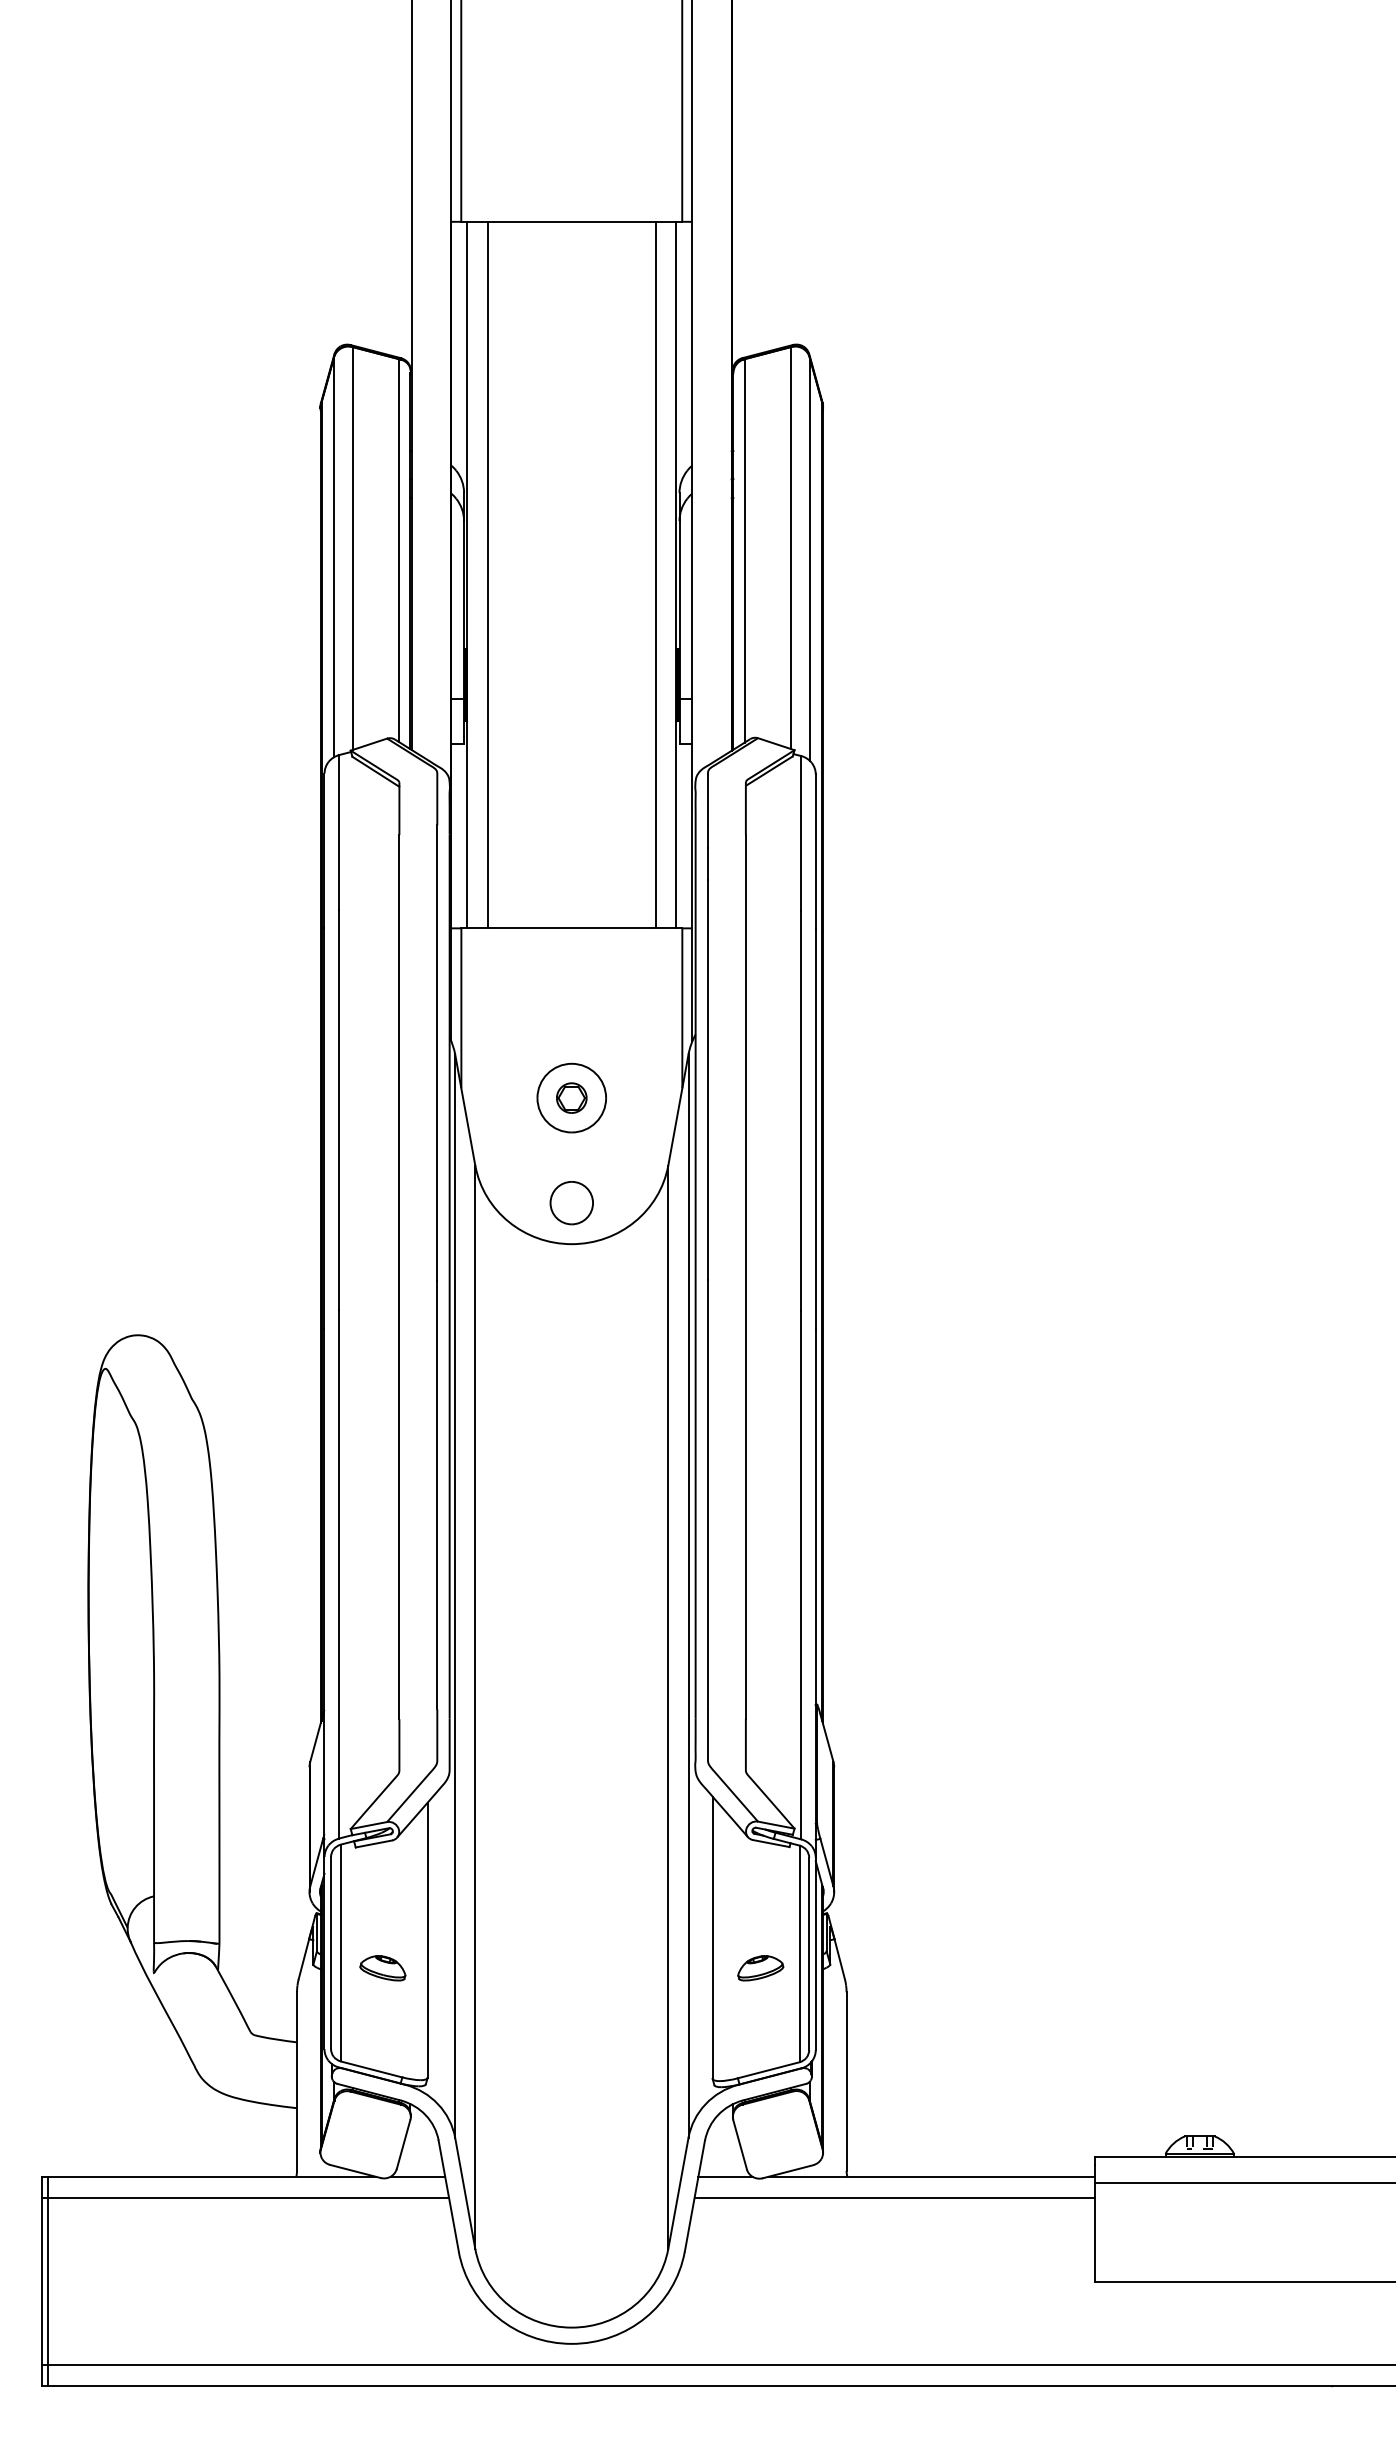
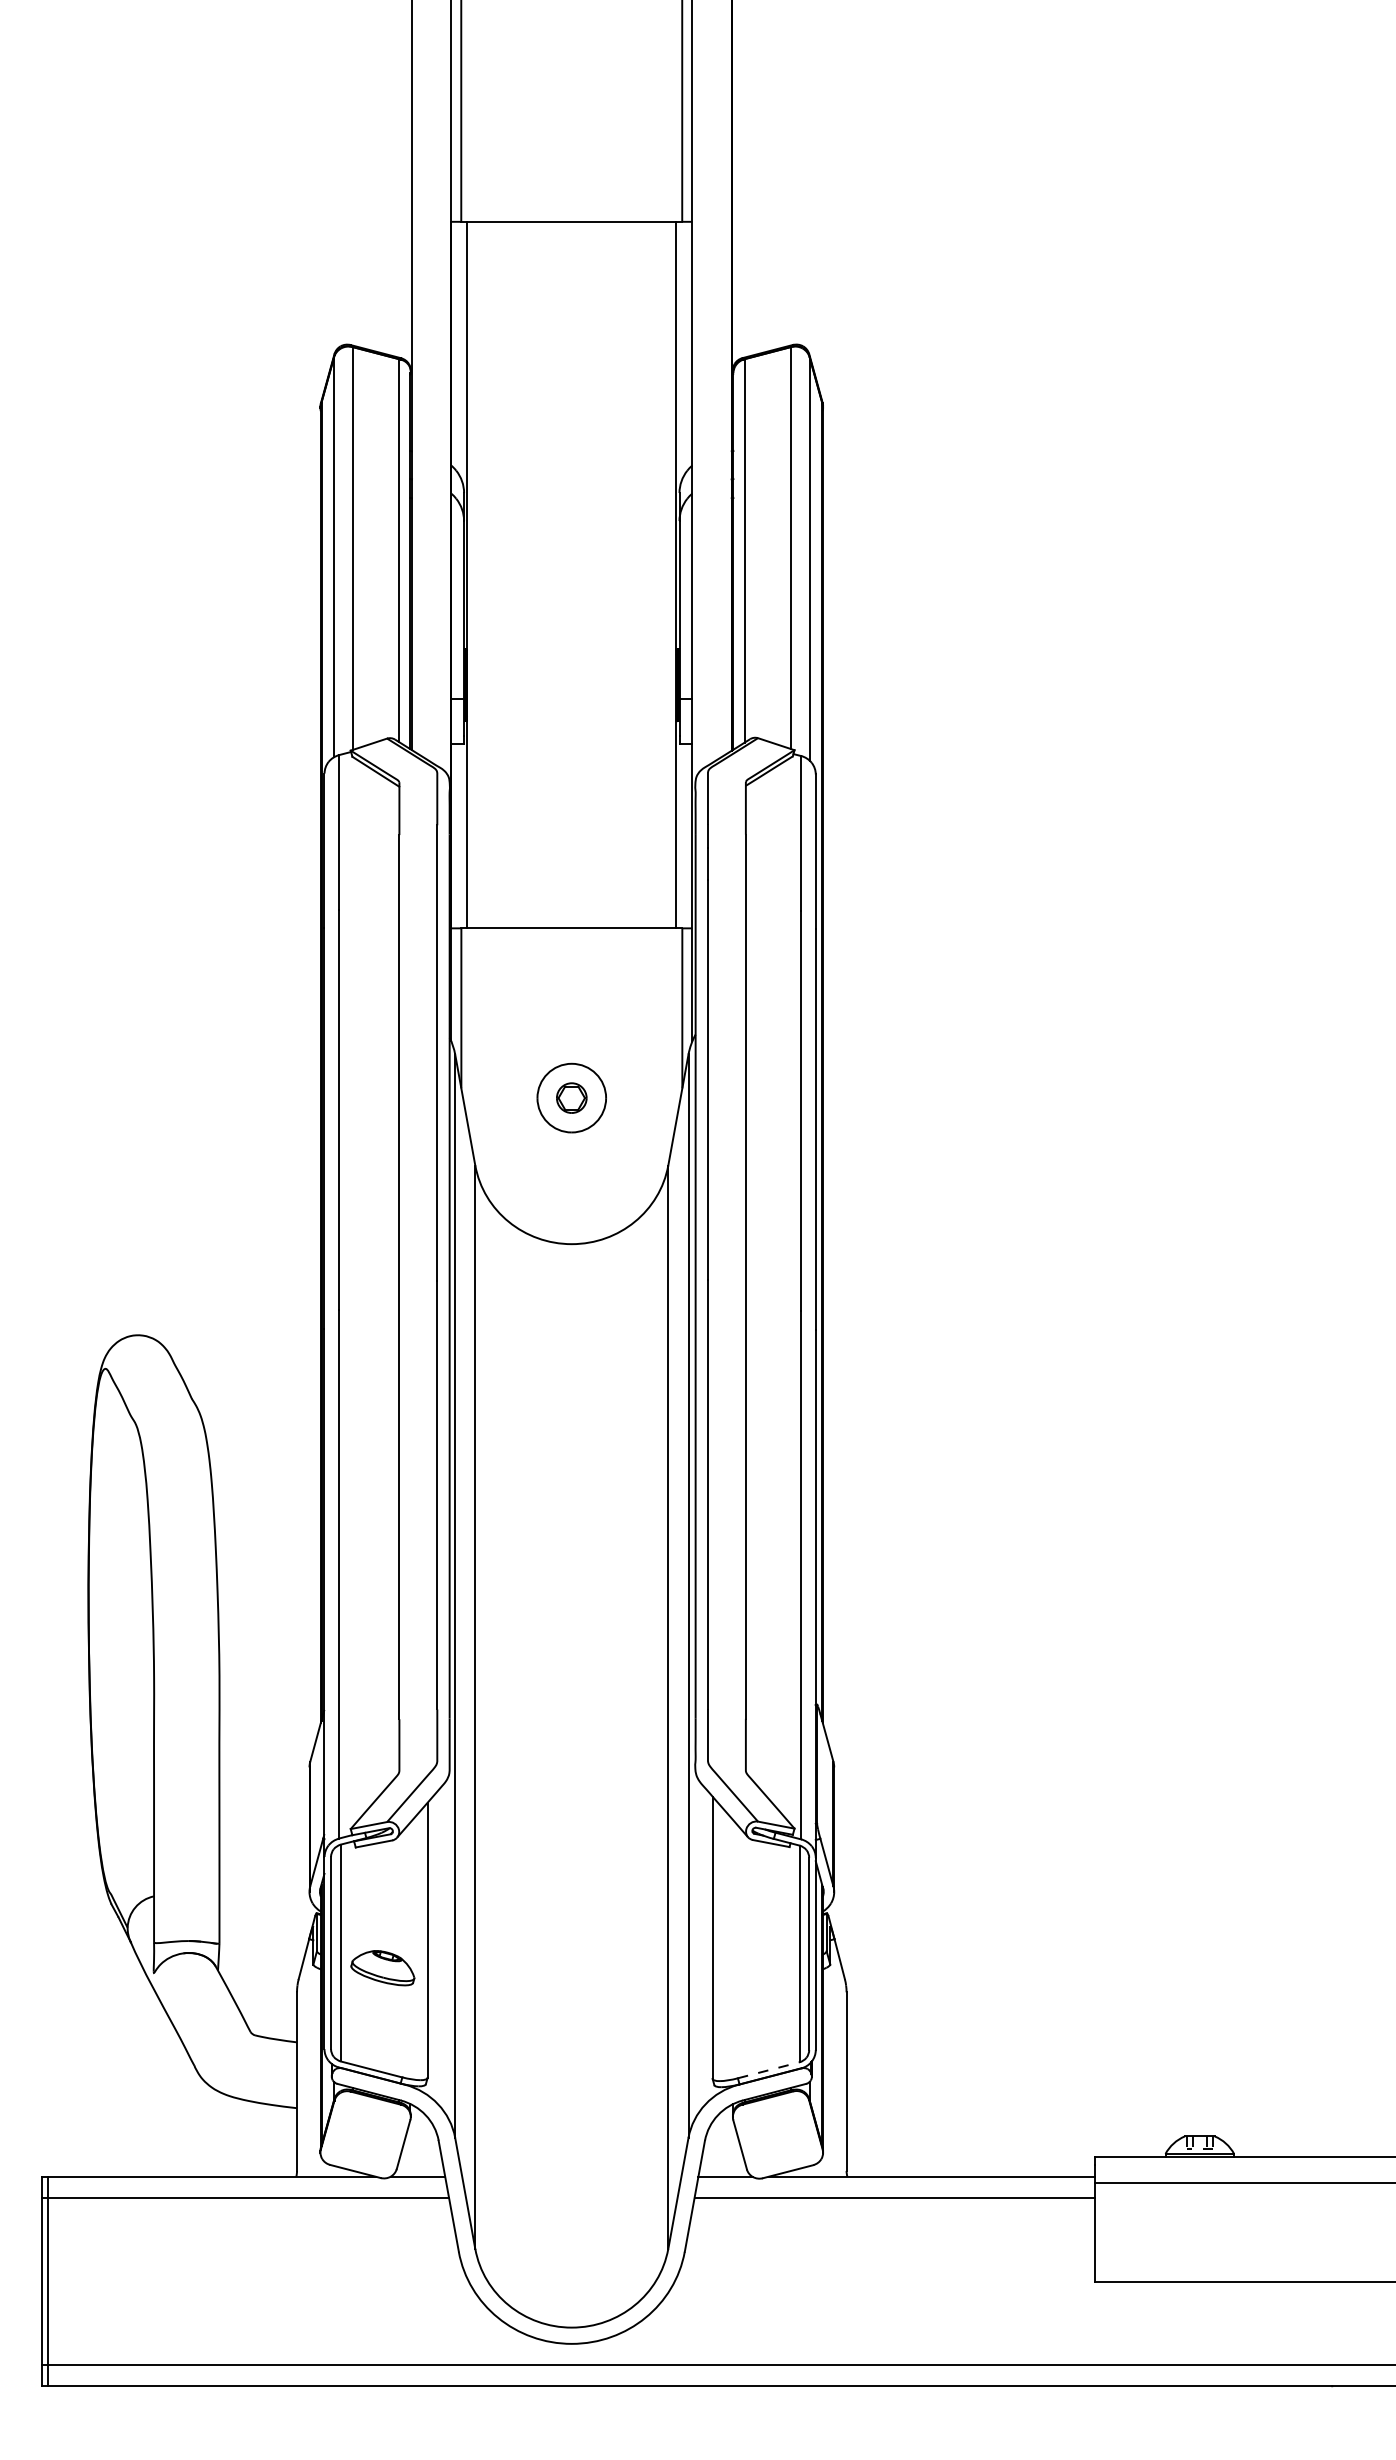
line at (488, 574): present -> none
line at (655, 574): present -> none
part at (571, 1203): present -> none
part at (382, 1968) size: 48x27 px -> 66x37 px
part at (760, 1968): present -> none
line at (768, 2070): solid -> dashed
